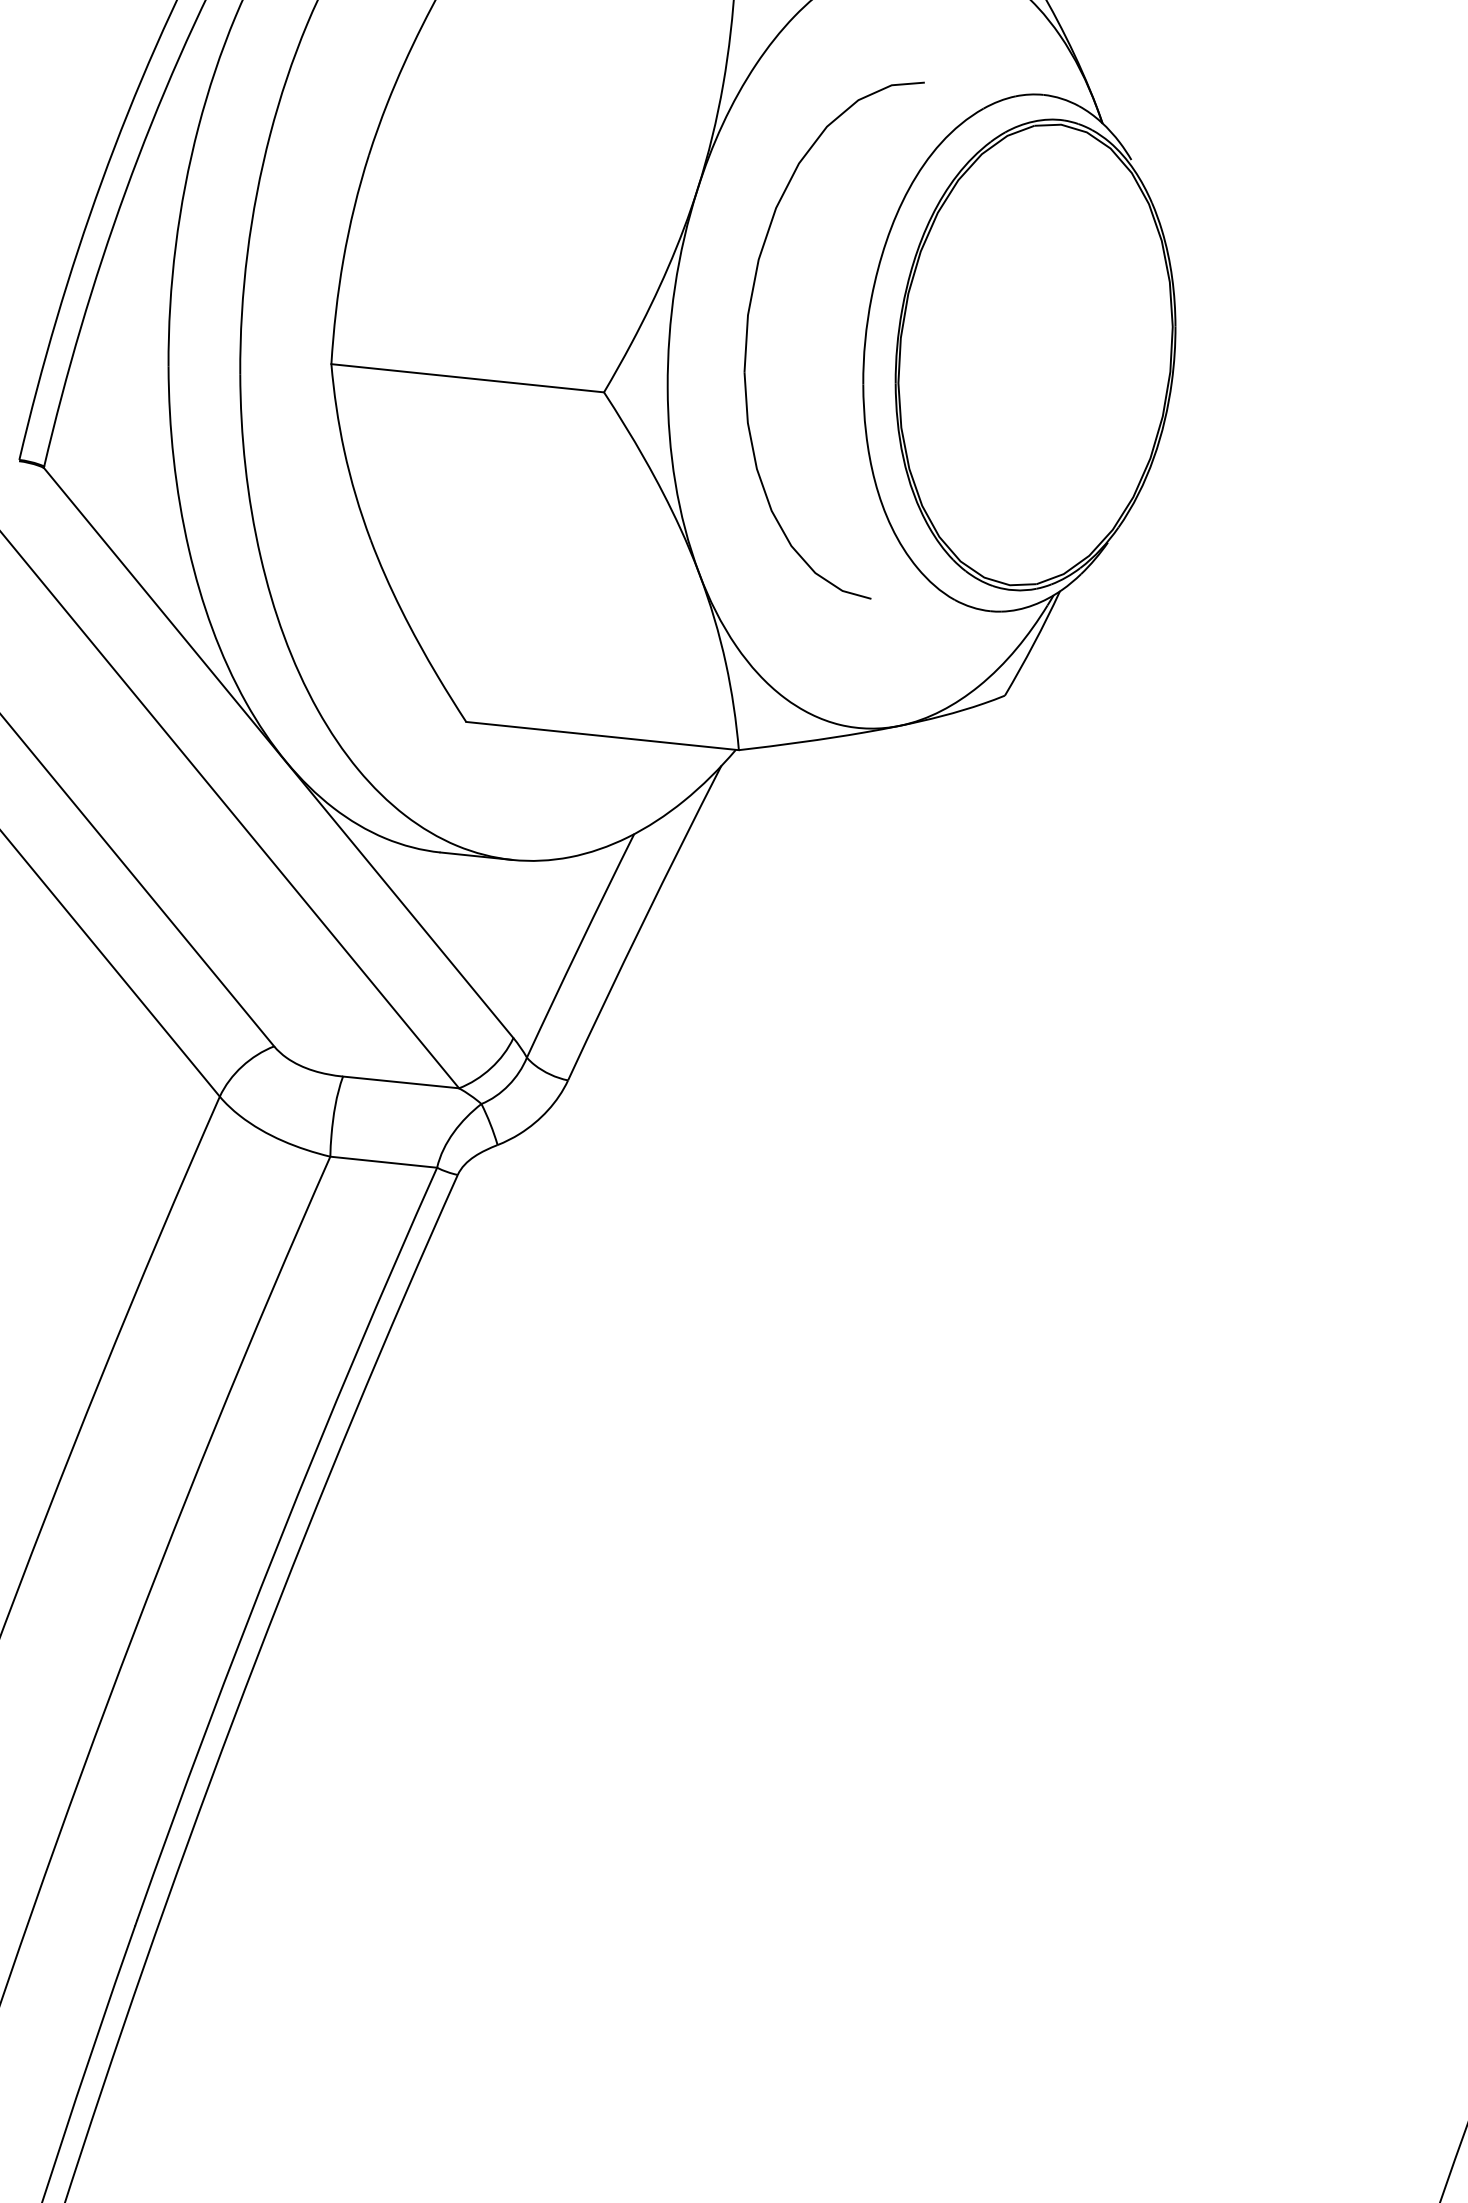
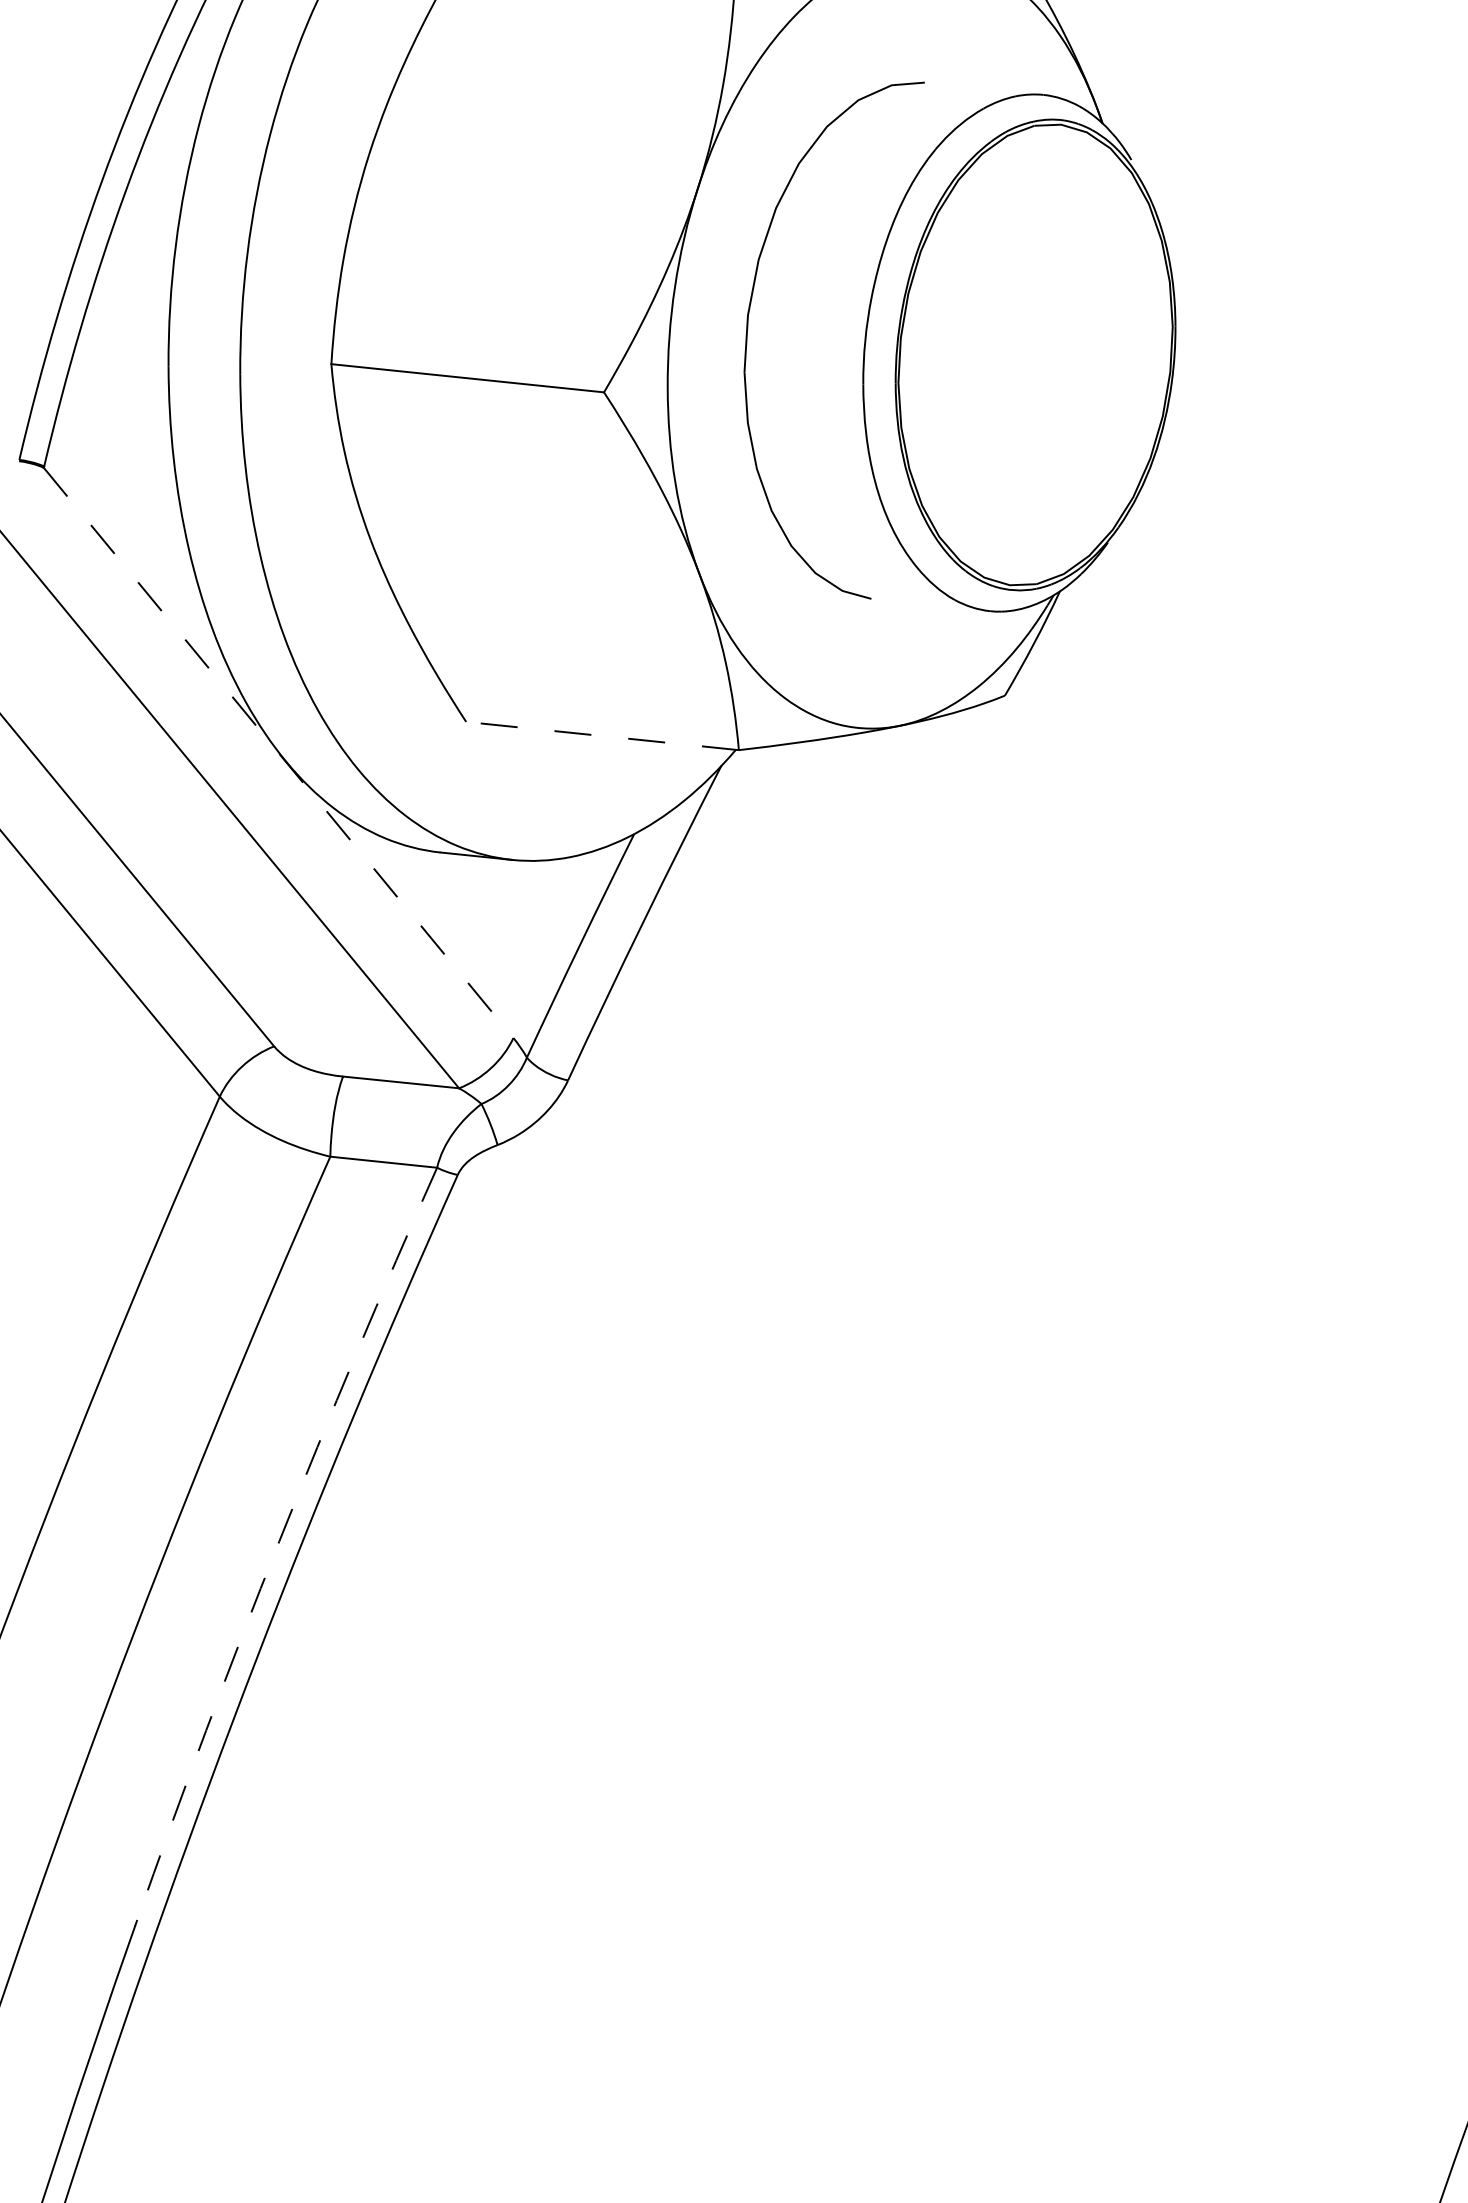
line at (602, 736): solid -> dashed
line at (278, 753): solid -> dashed
arc at (279, 1541): solid -> dashed
